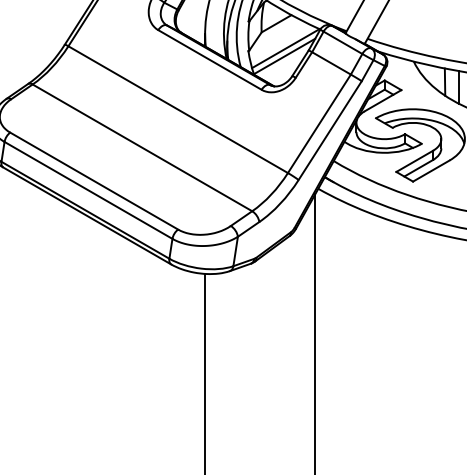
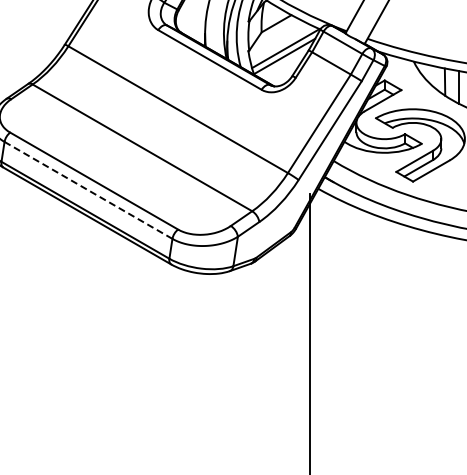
line at (88, 190): solid -> dashed
line at (315, 332) position: (315, 332) -> (310, 332)
line at (205, 372): present -> none
